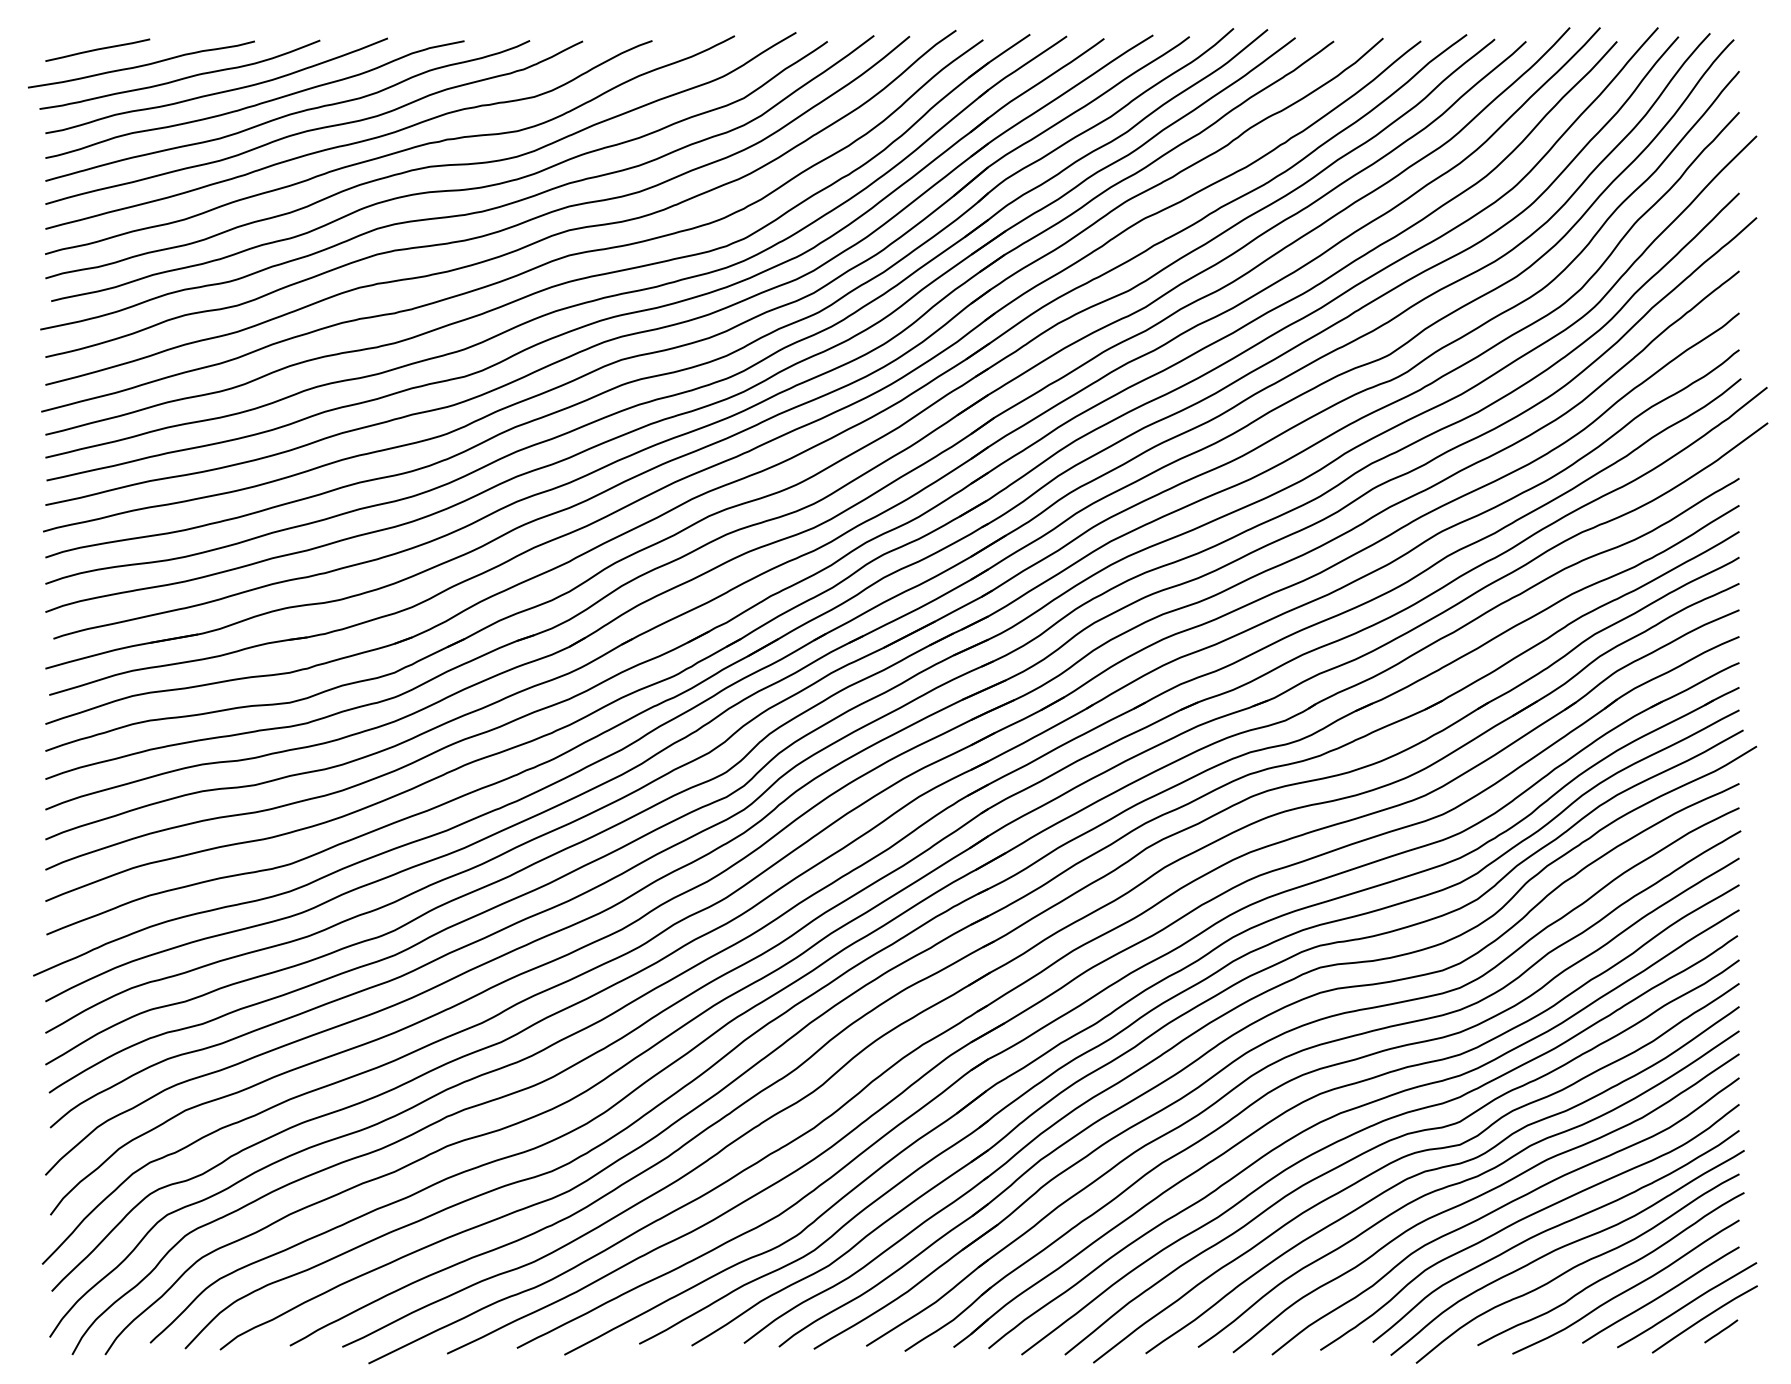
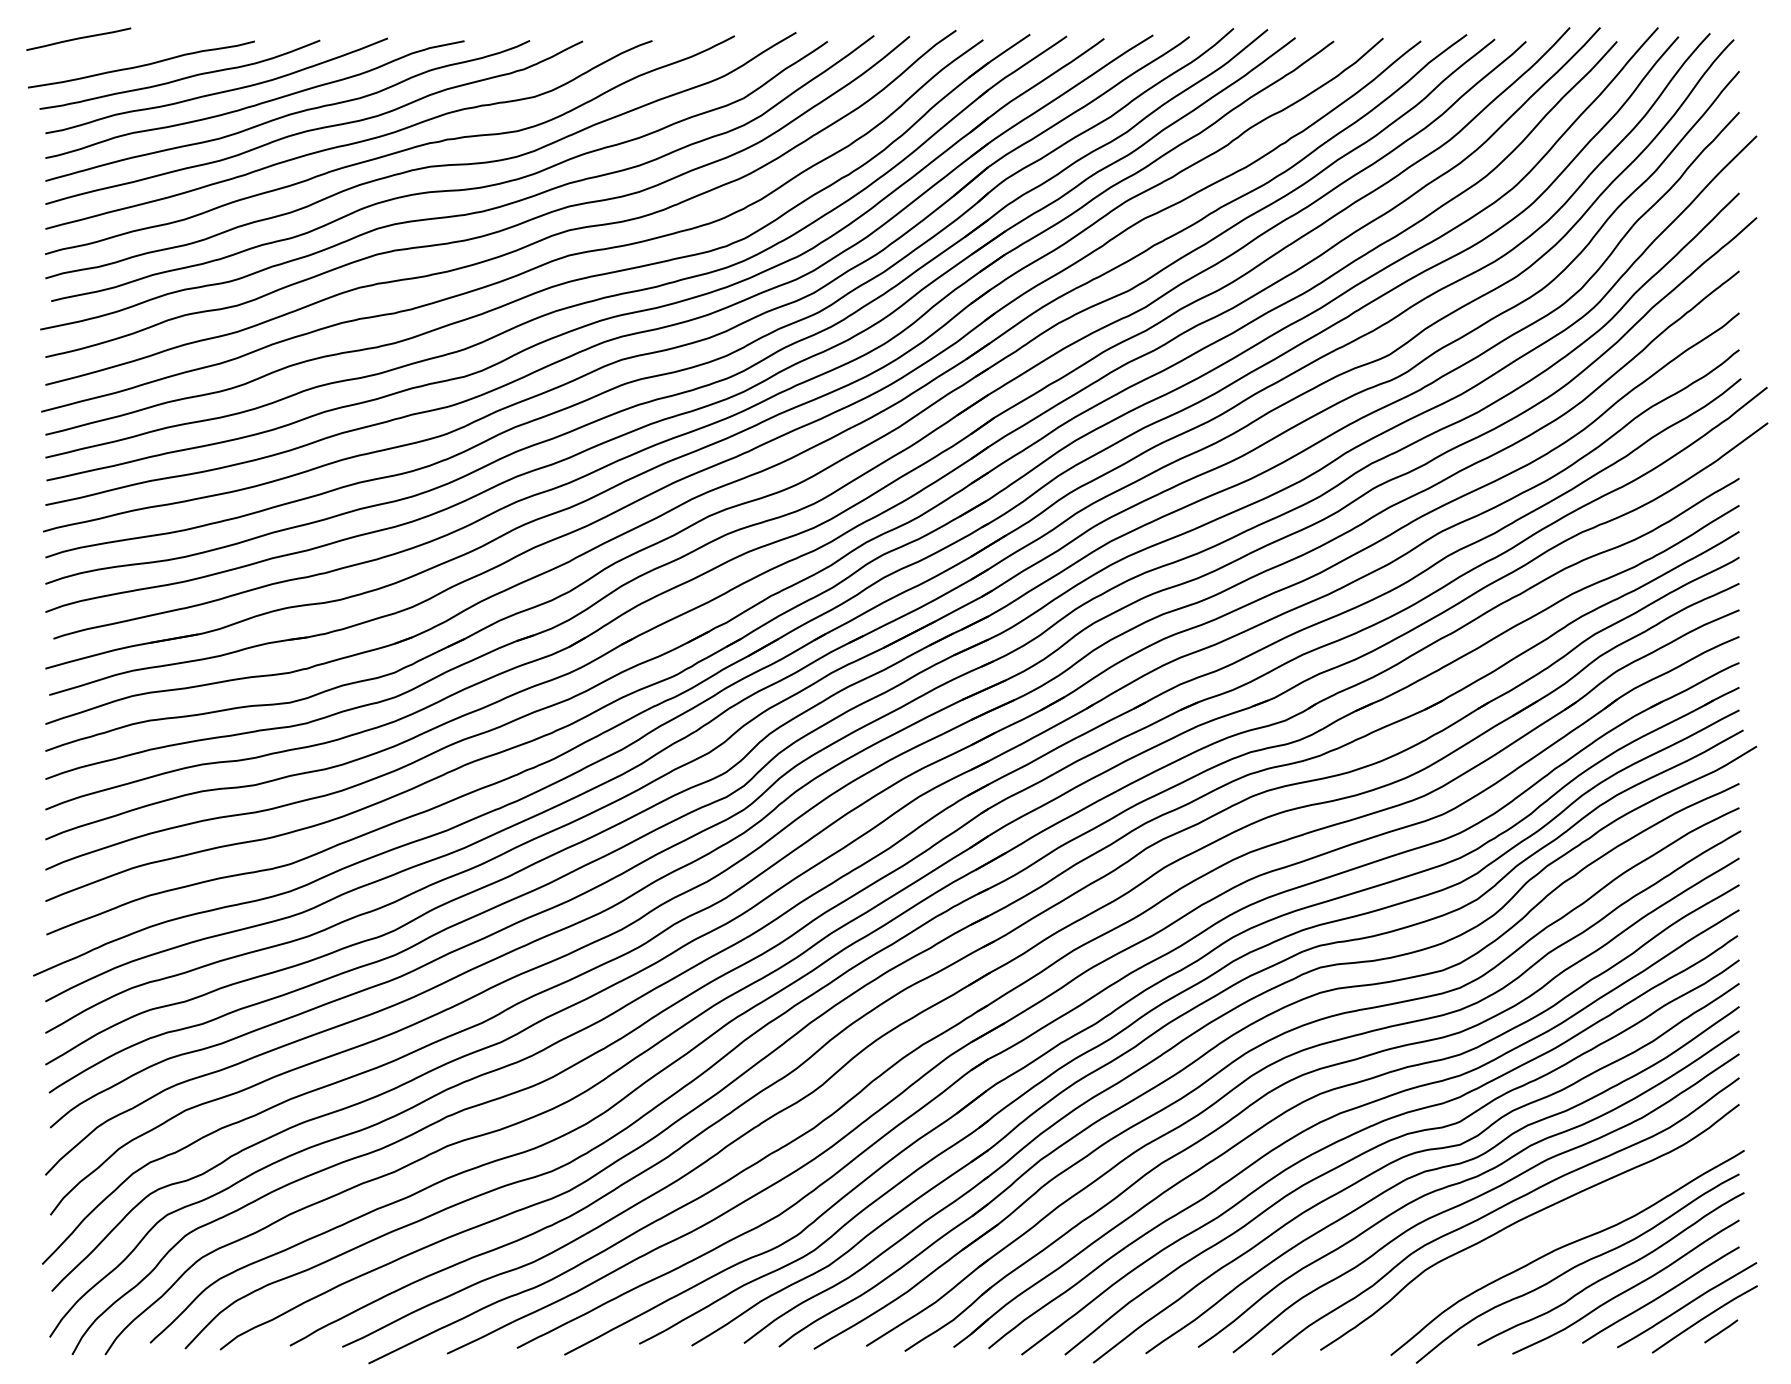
line at (97, 49) position: (97, 49) -> (78, 38)
curve at (1552, 1229): present -> none
